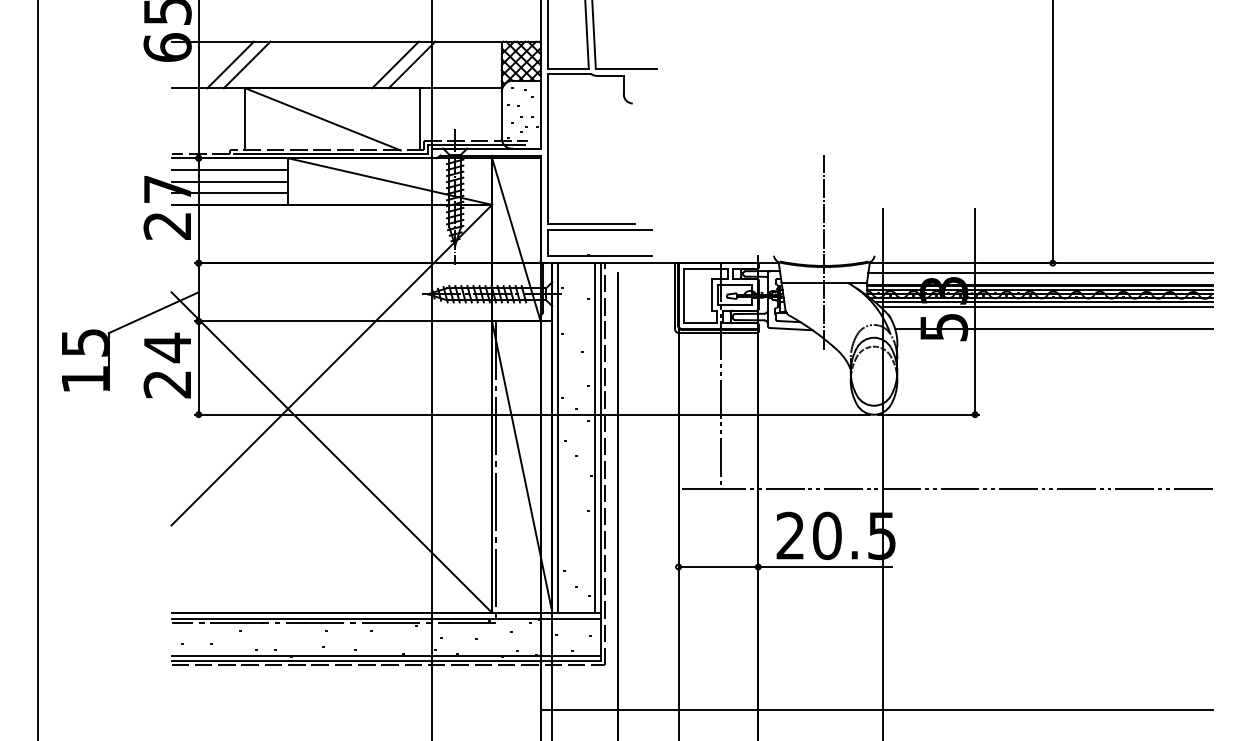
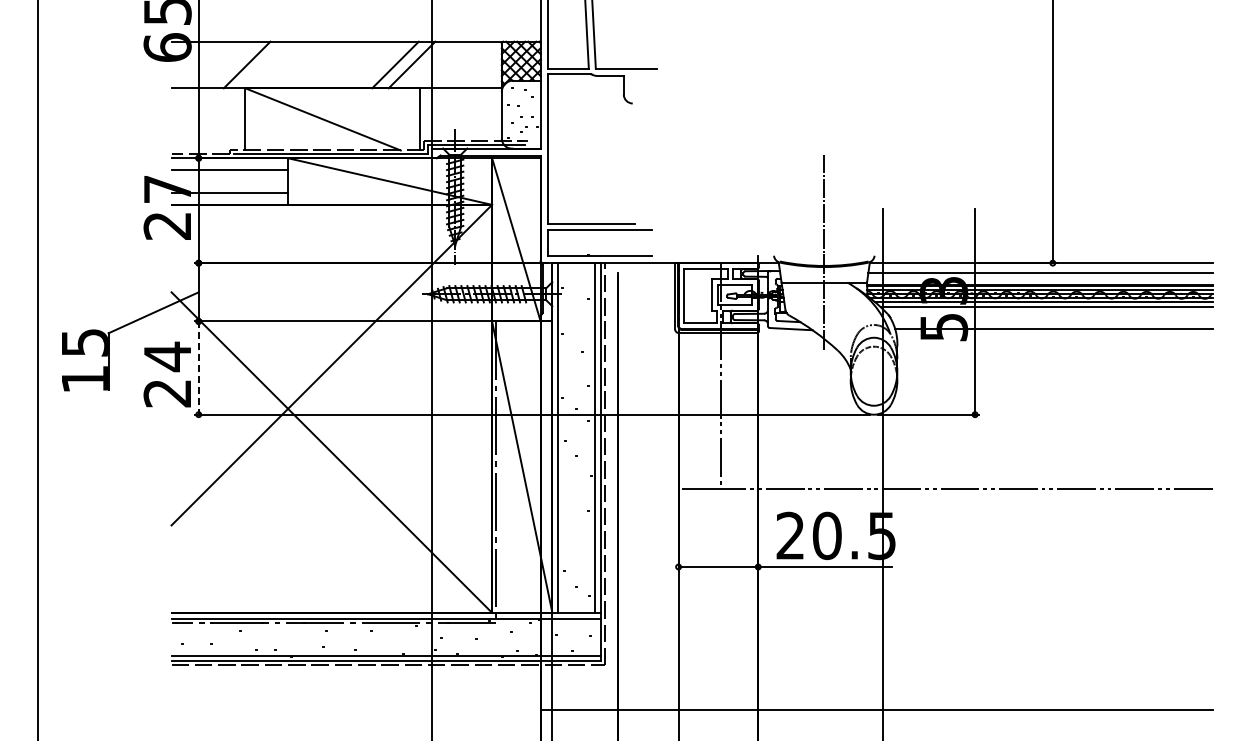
line at (230, 64): present -> none
line at (229, 181): present -> none
text at (166, 365) position: (166, 365) -> (166, 374)
line at (198, 368): solid -> dashed
